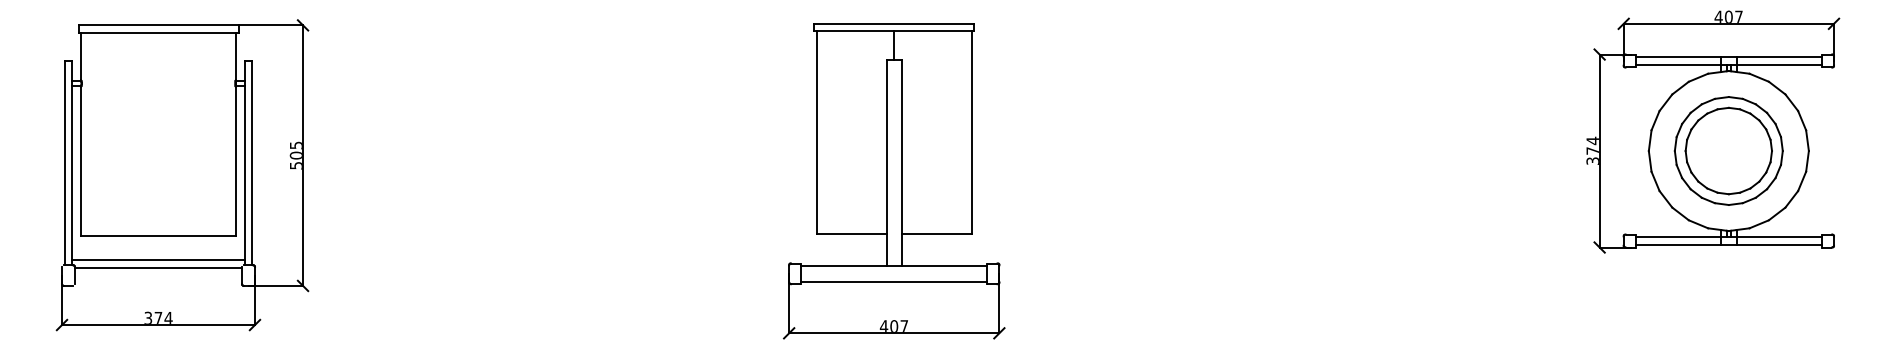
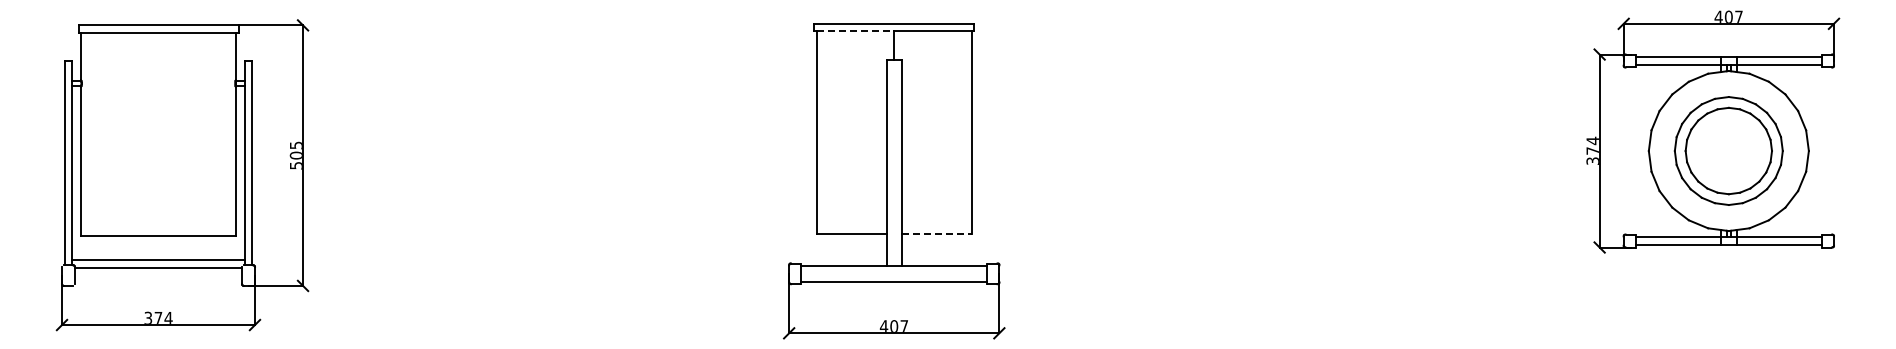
line at (855, 31): solid -> dashed
line at (936, 234): solid -> dashed
